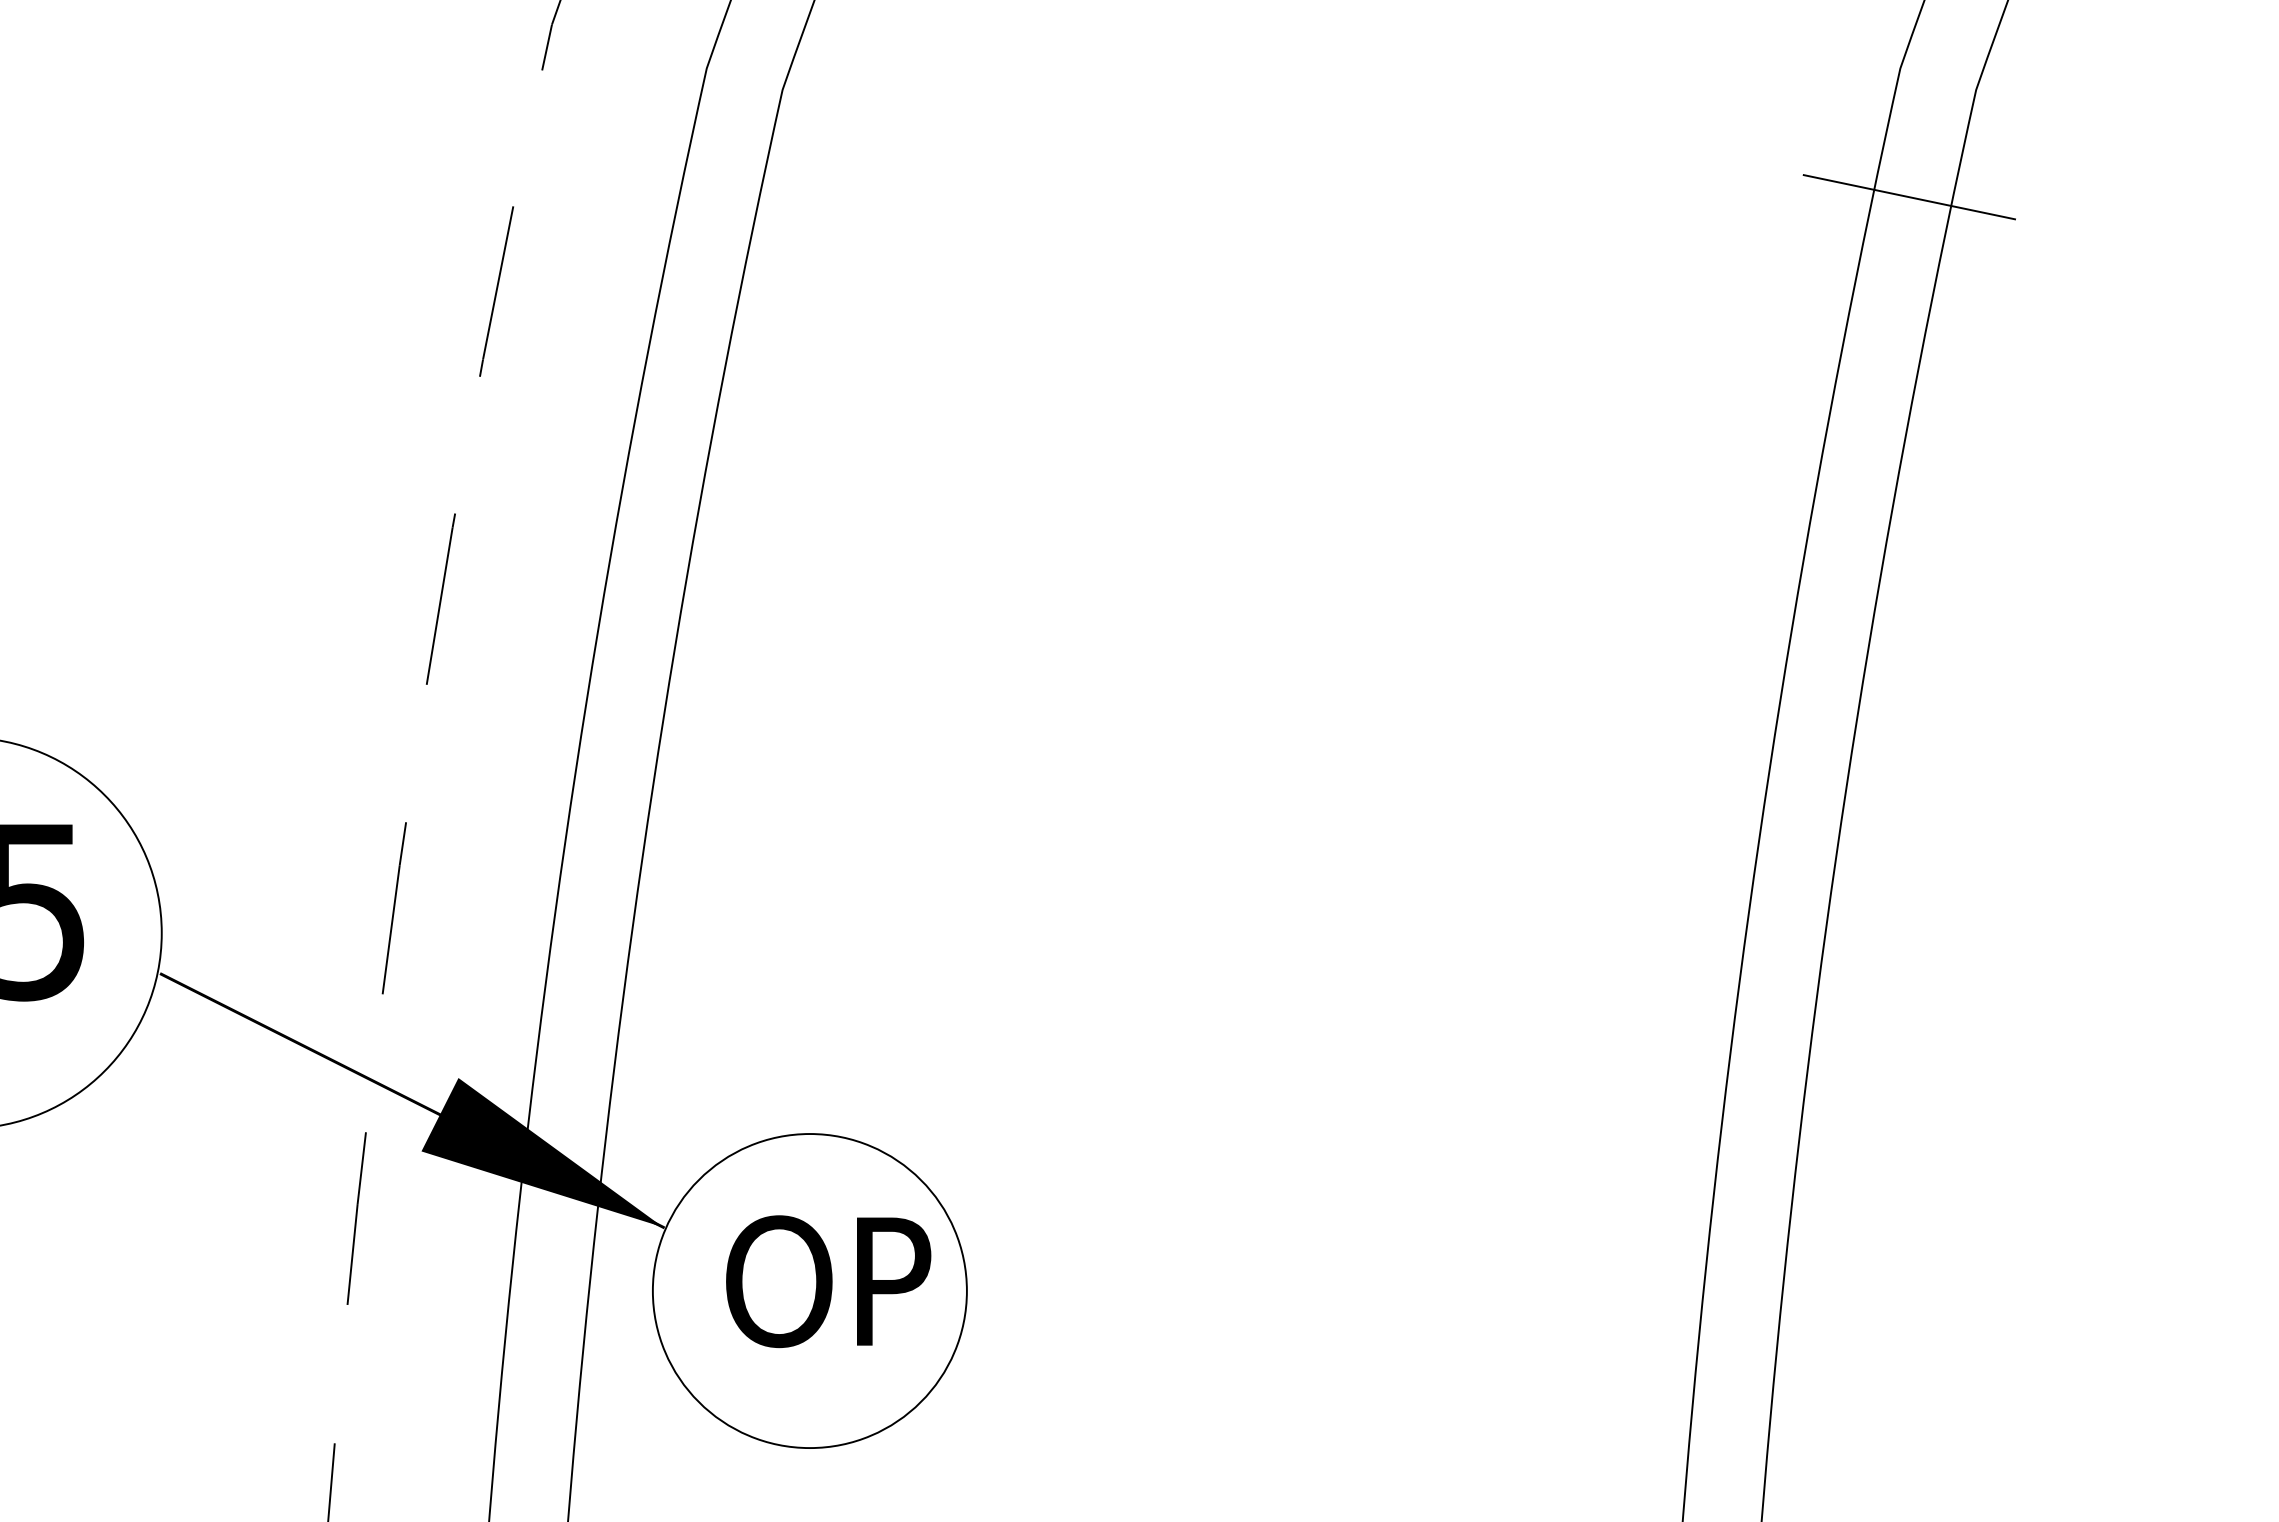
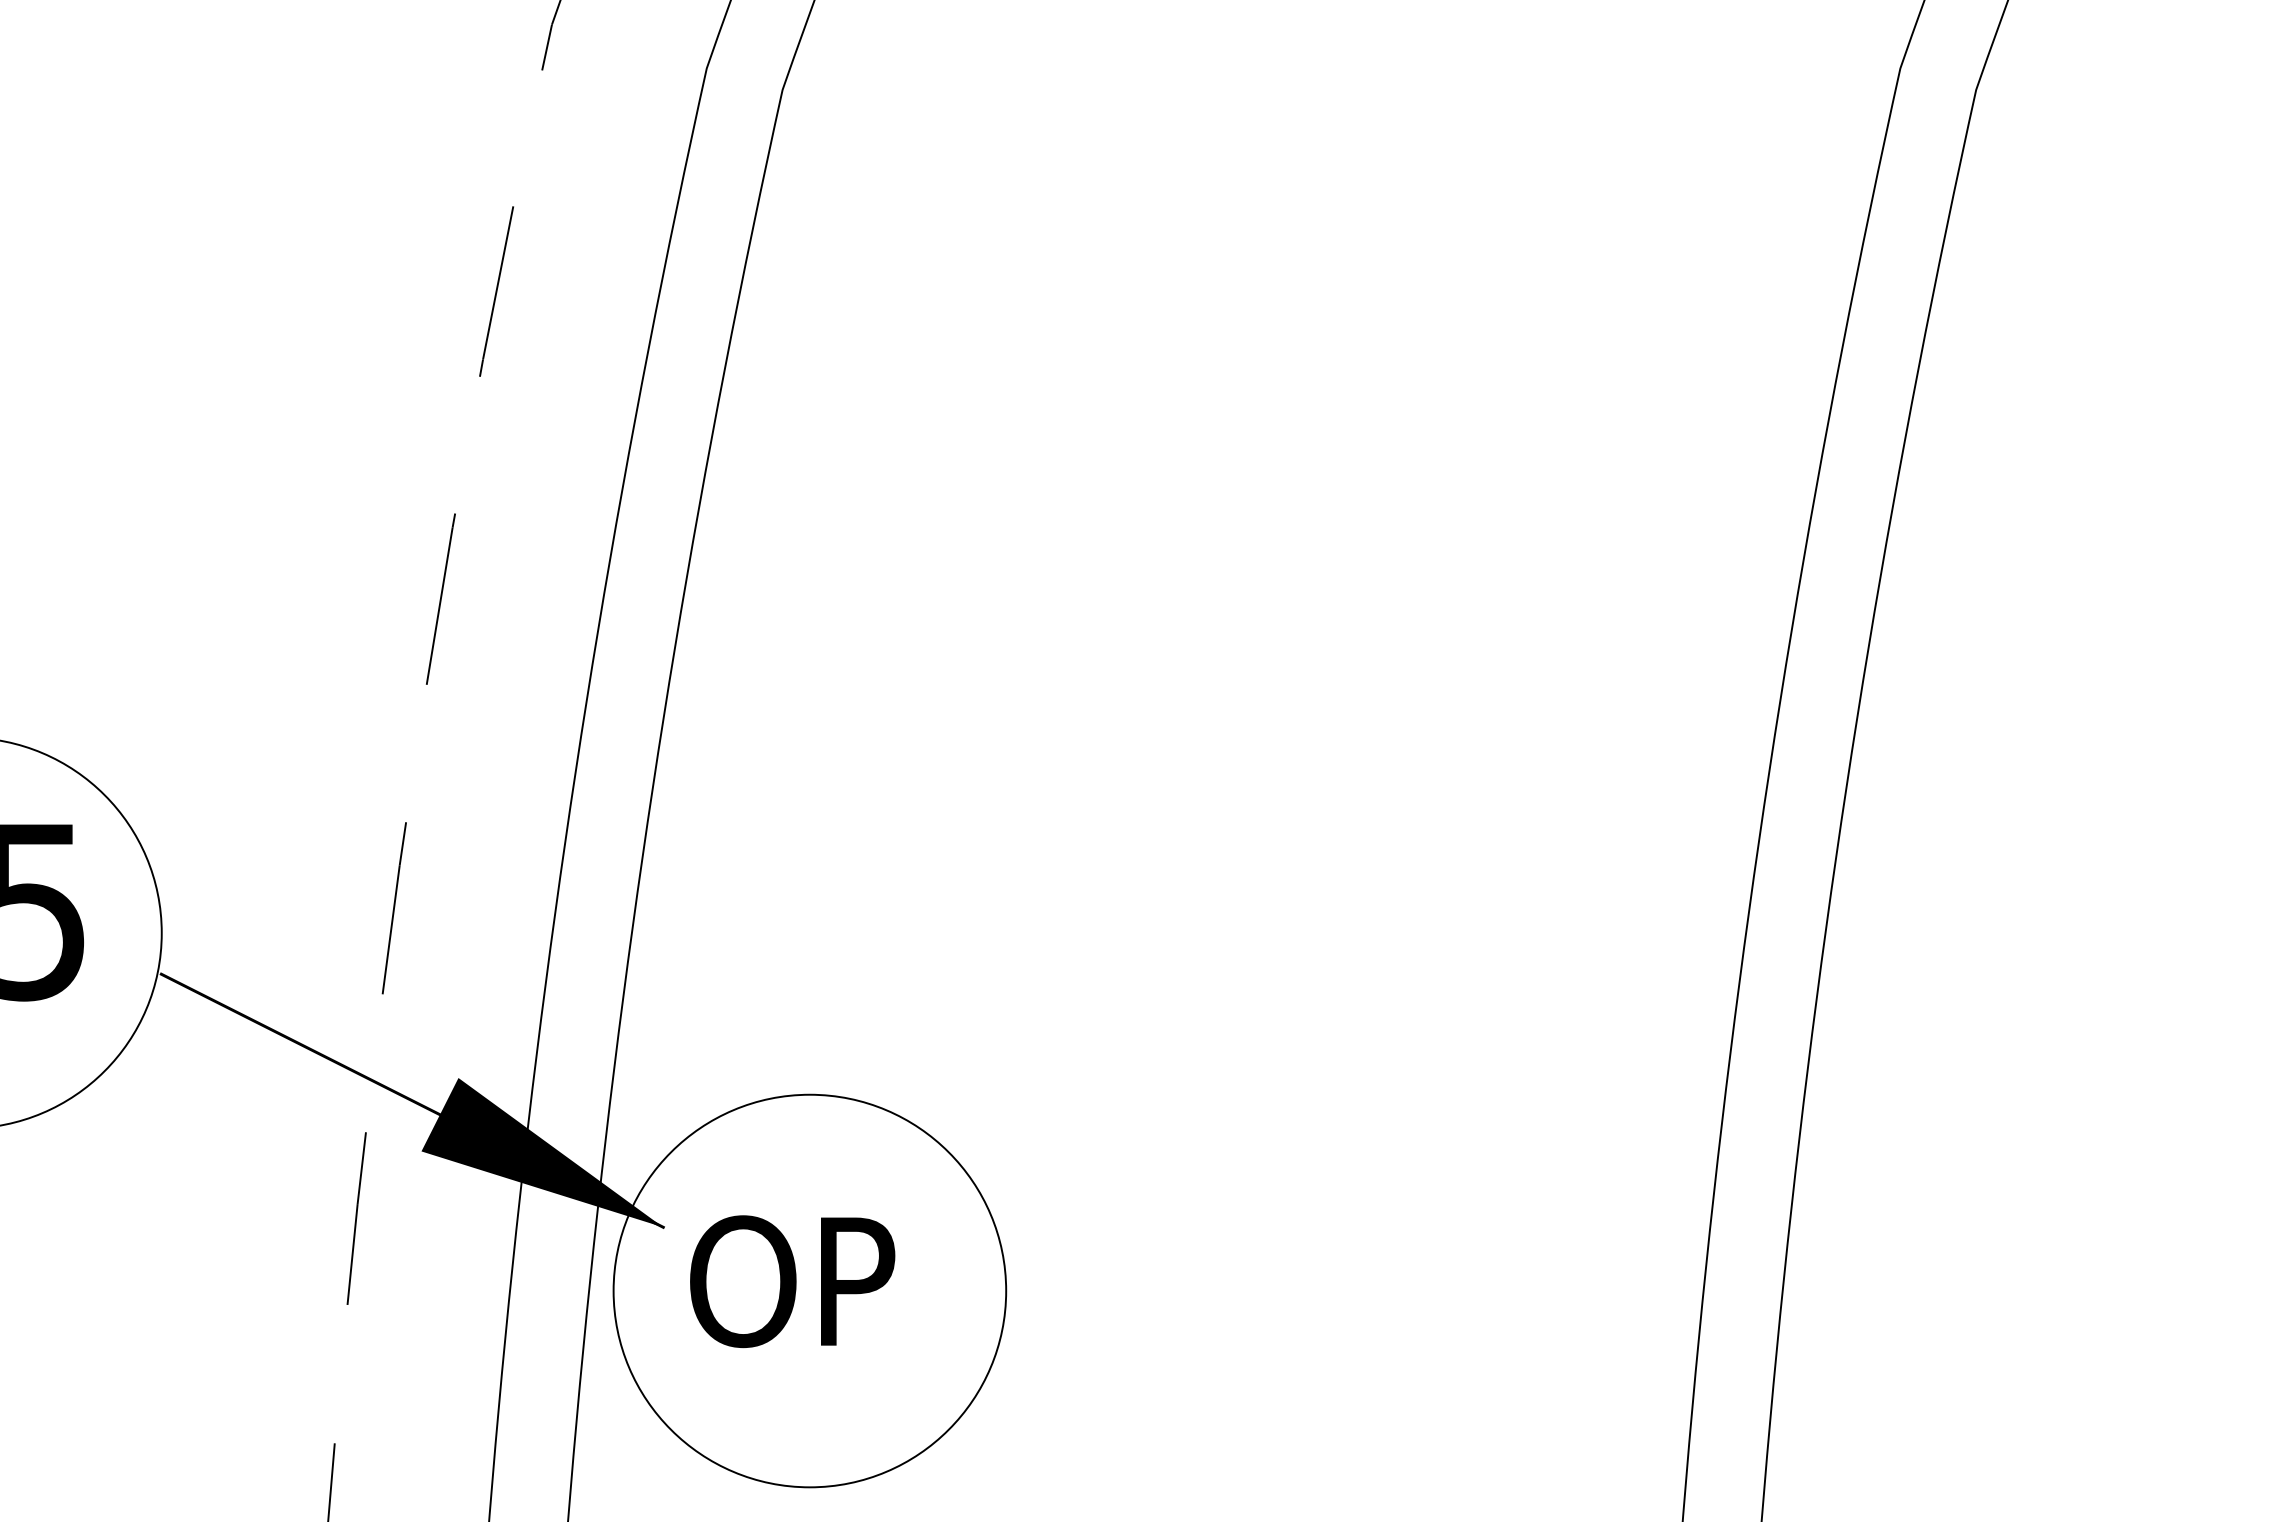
line at (1909, 197): present -> none
text at (828, 1281) position: (828, 1281) -> (792, 1281)
circle at (809, 1291) diameter: 314 px -> 393 px
